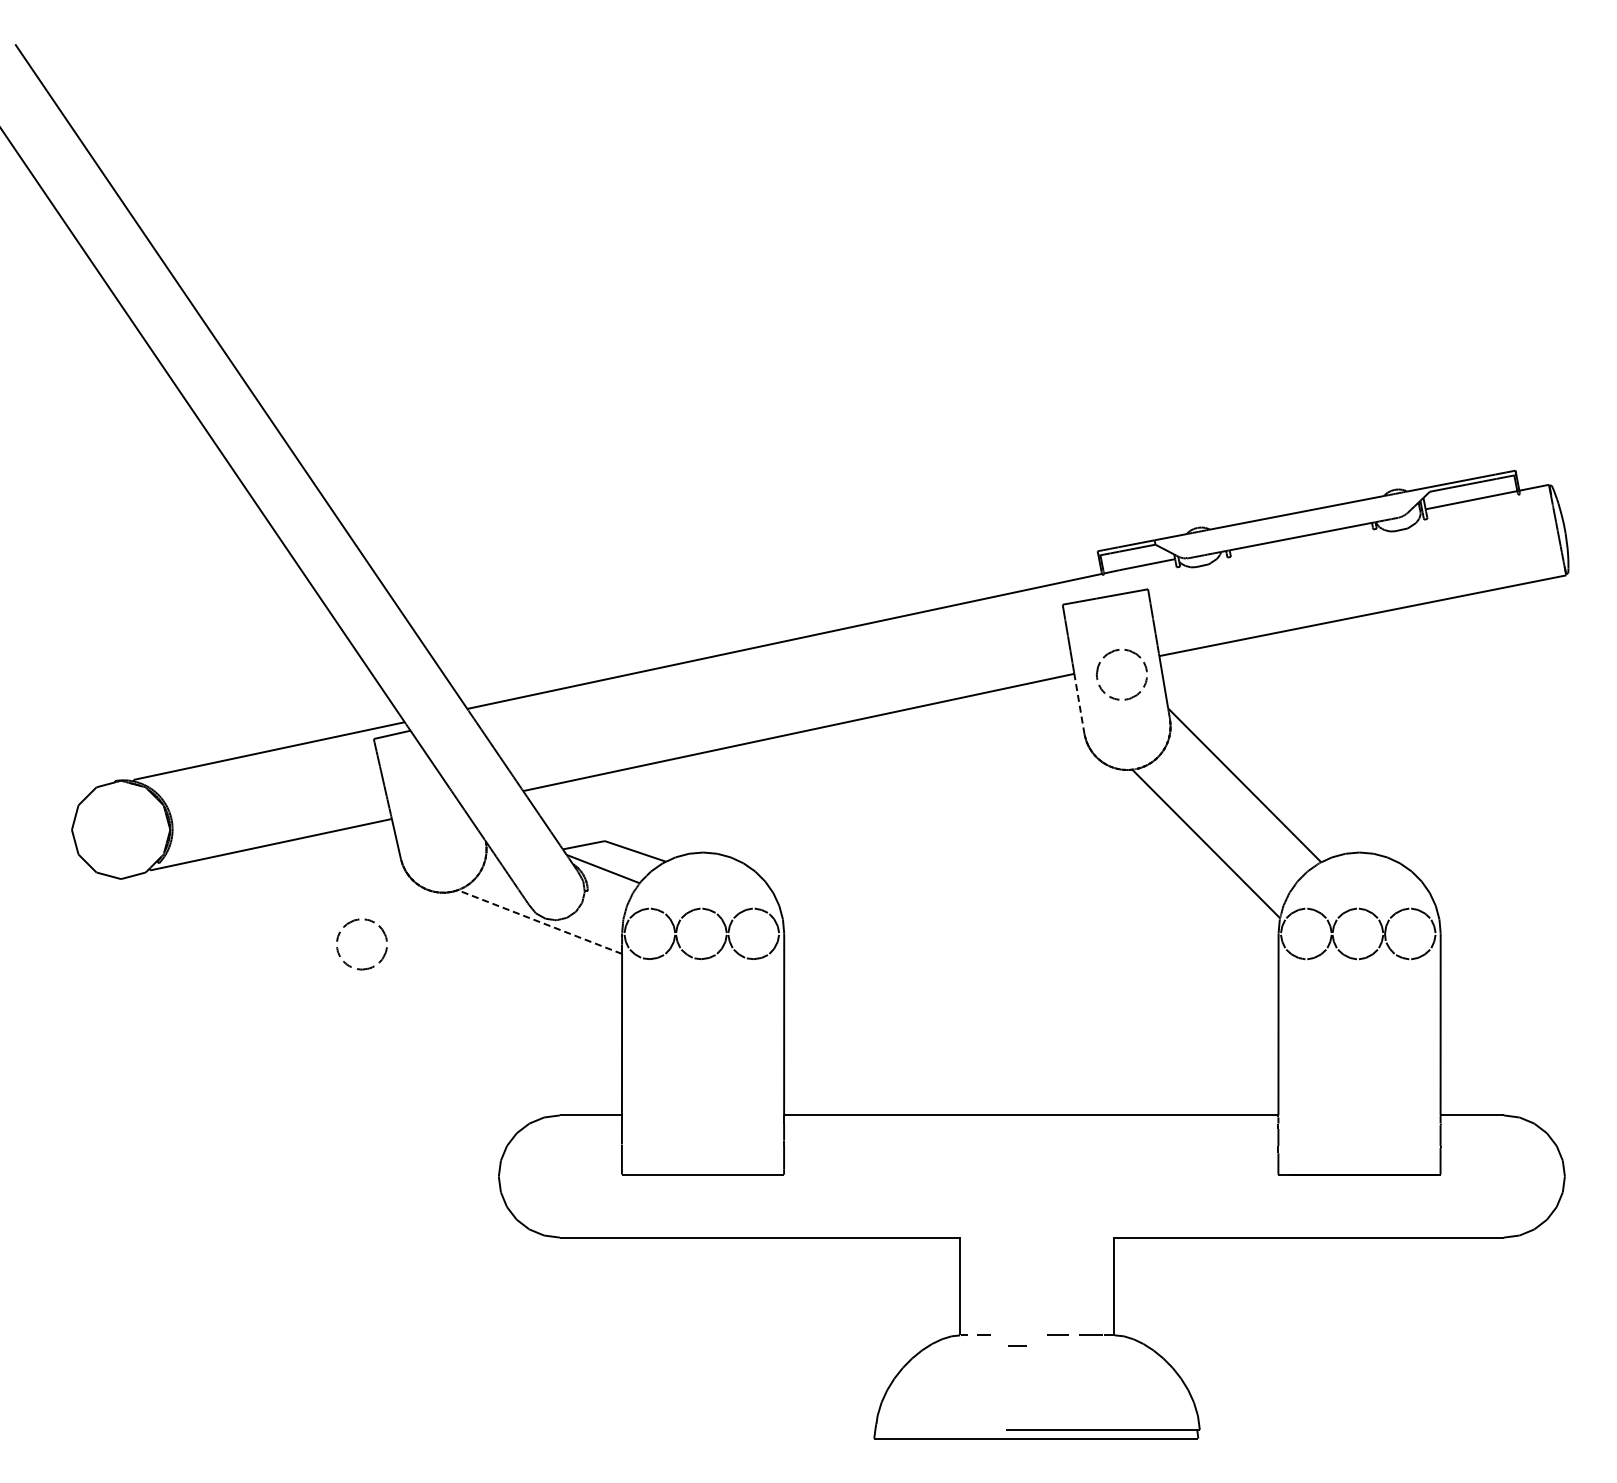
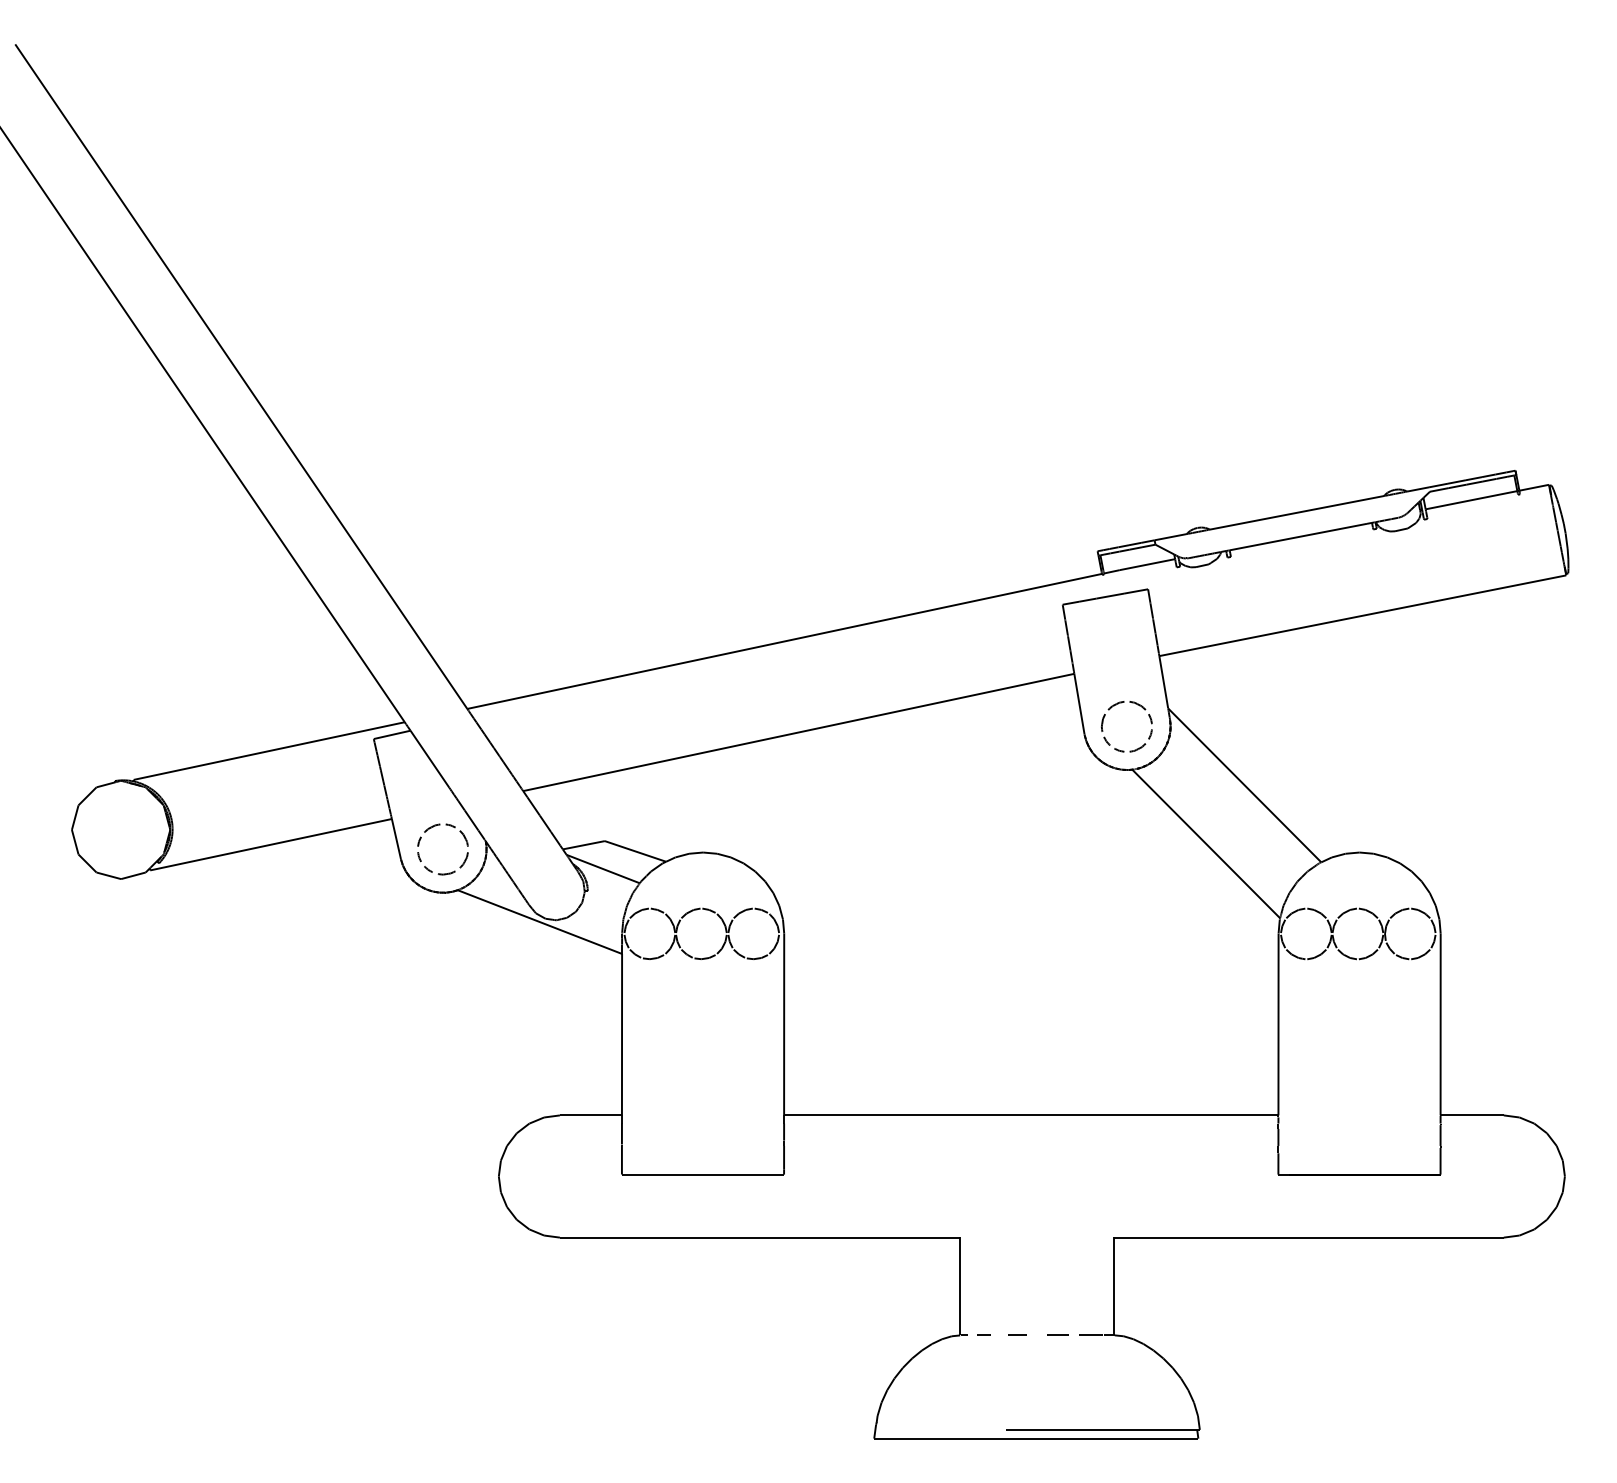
part at (1098, 671) position: (1098, 671) -> (1103, 723)
line at (1079, 704): dashed -> solid
line at (539, 921): dashed -> solid
part at (340, 954) position: (340, 954) -> (421, 859)
line at (1017, 1345) position: (1017, 1345) -> (1017, 1334)
